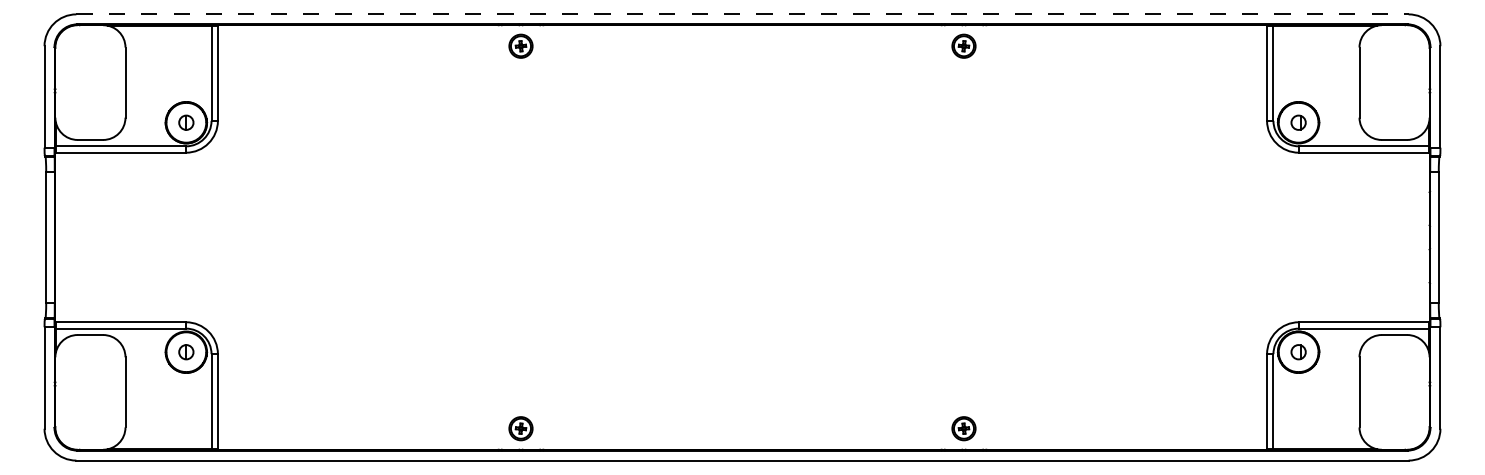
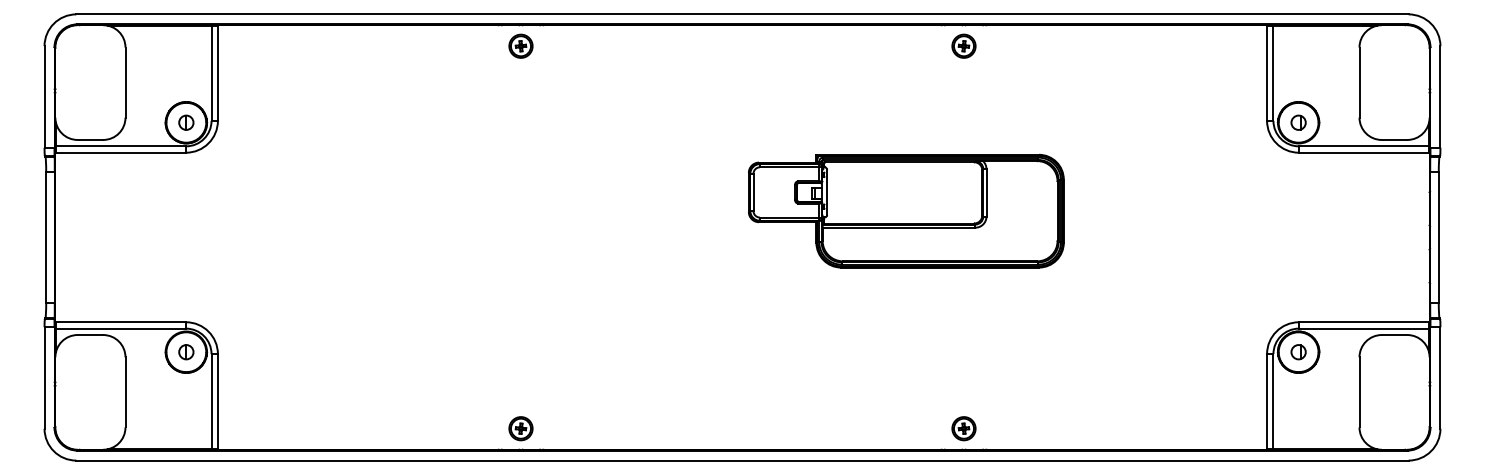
line at (742, 14): dashed -> solid
part at (906, 210): none -> present
